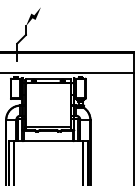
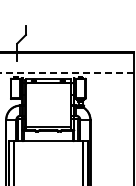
fill at (32, 16): present -> none
line at (67, 72): solid -> dashed
